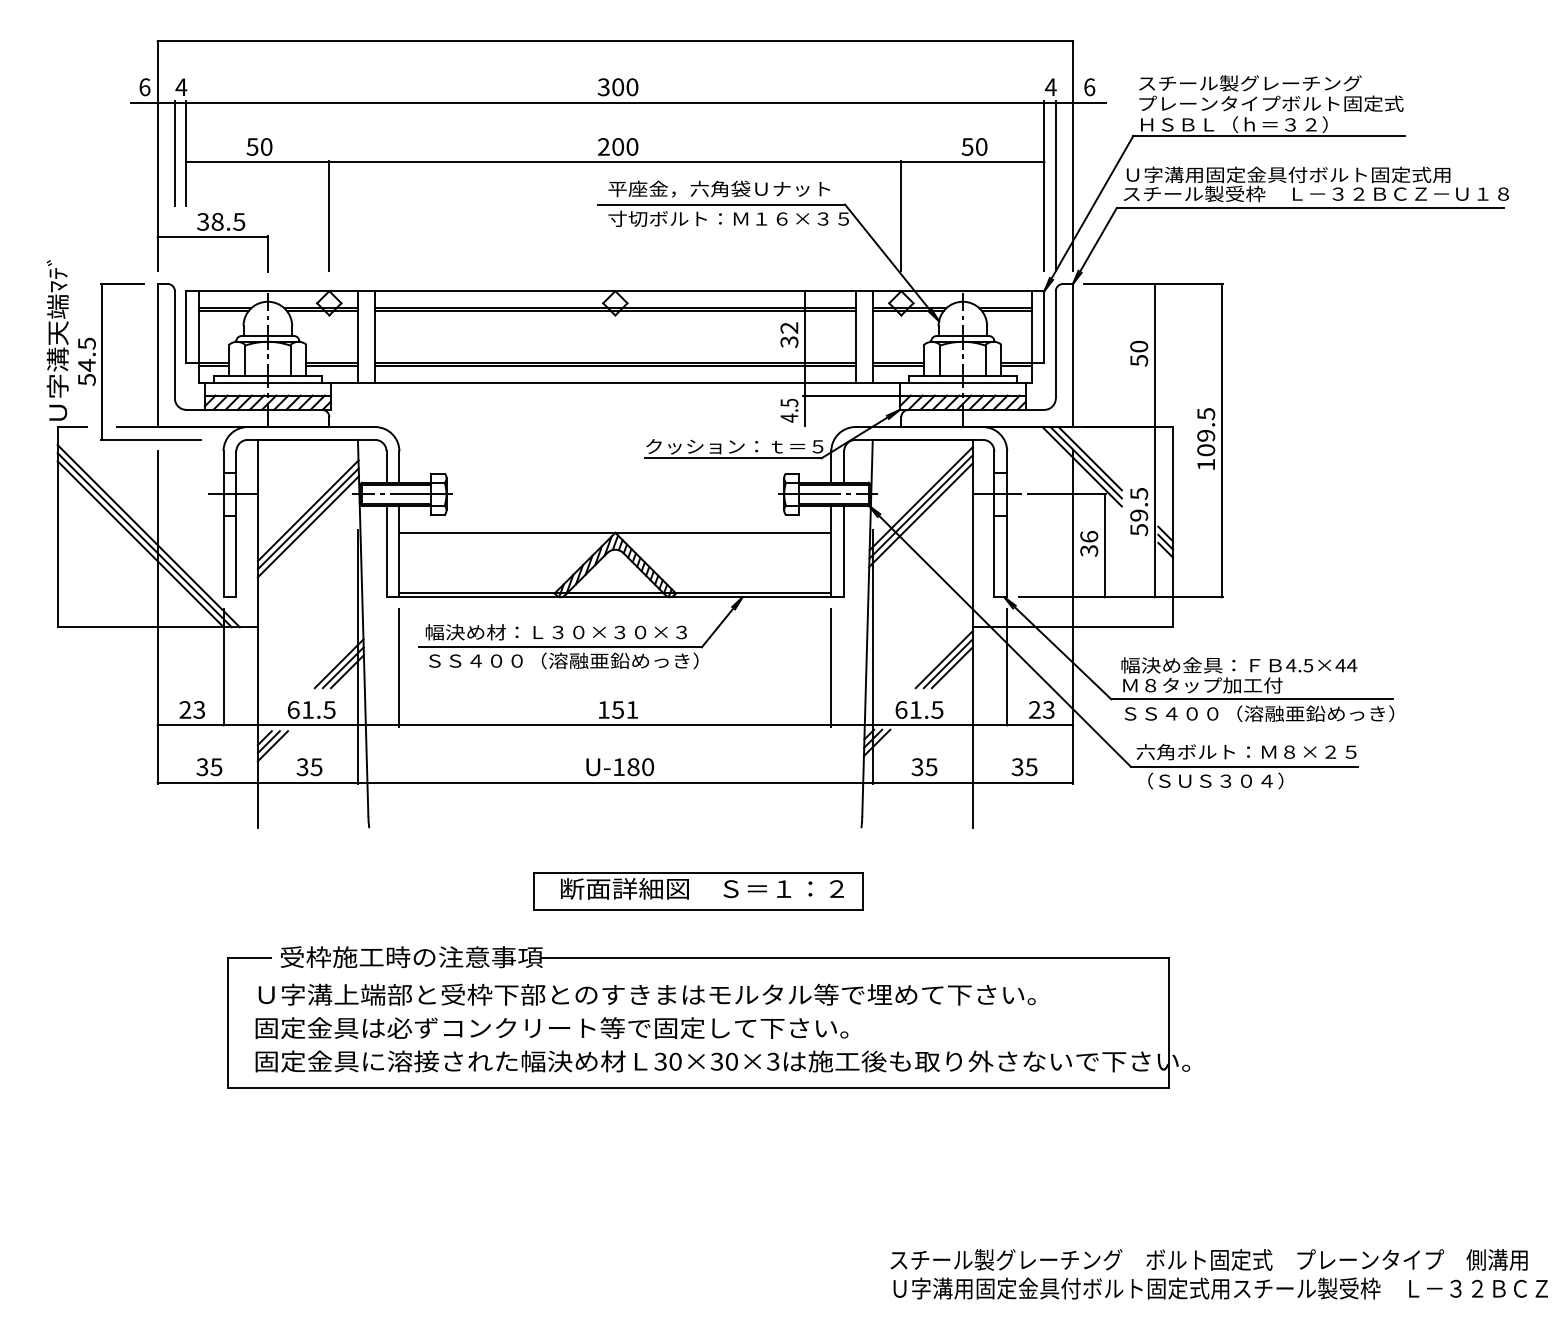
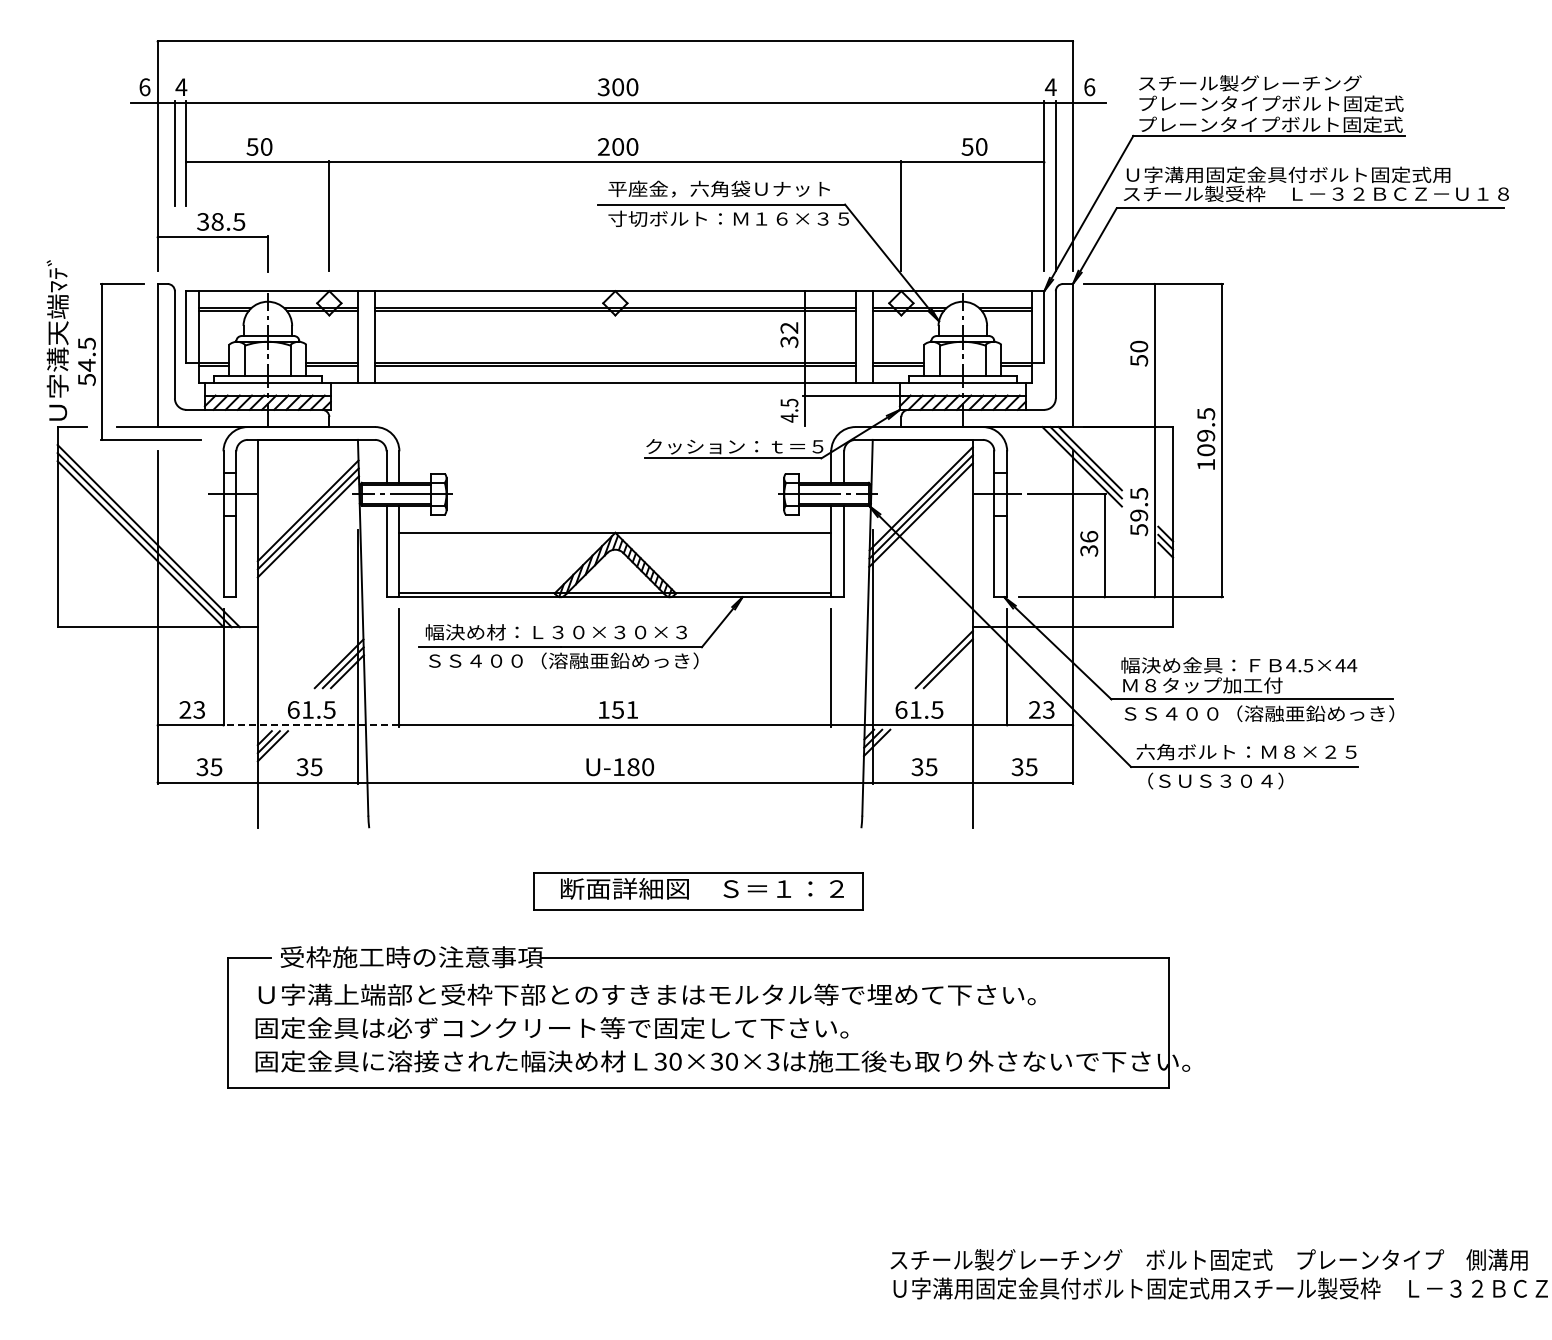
text at (1270, 124): ＨＳＢＬ（ｈ＝３２） -> プレーンタイプボルト固定式
line at (951, 667): present -> none
line at (311, 725): solid -> dashed
